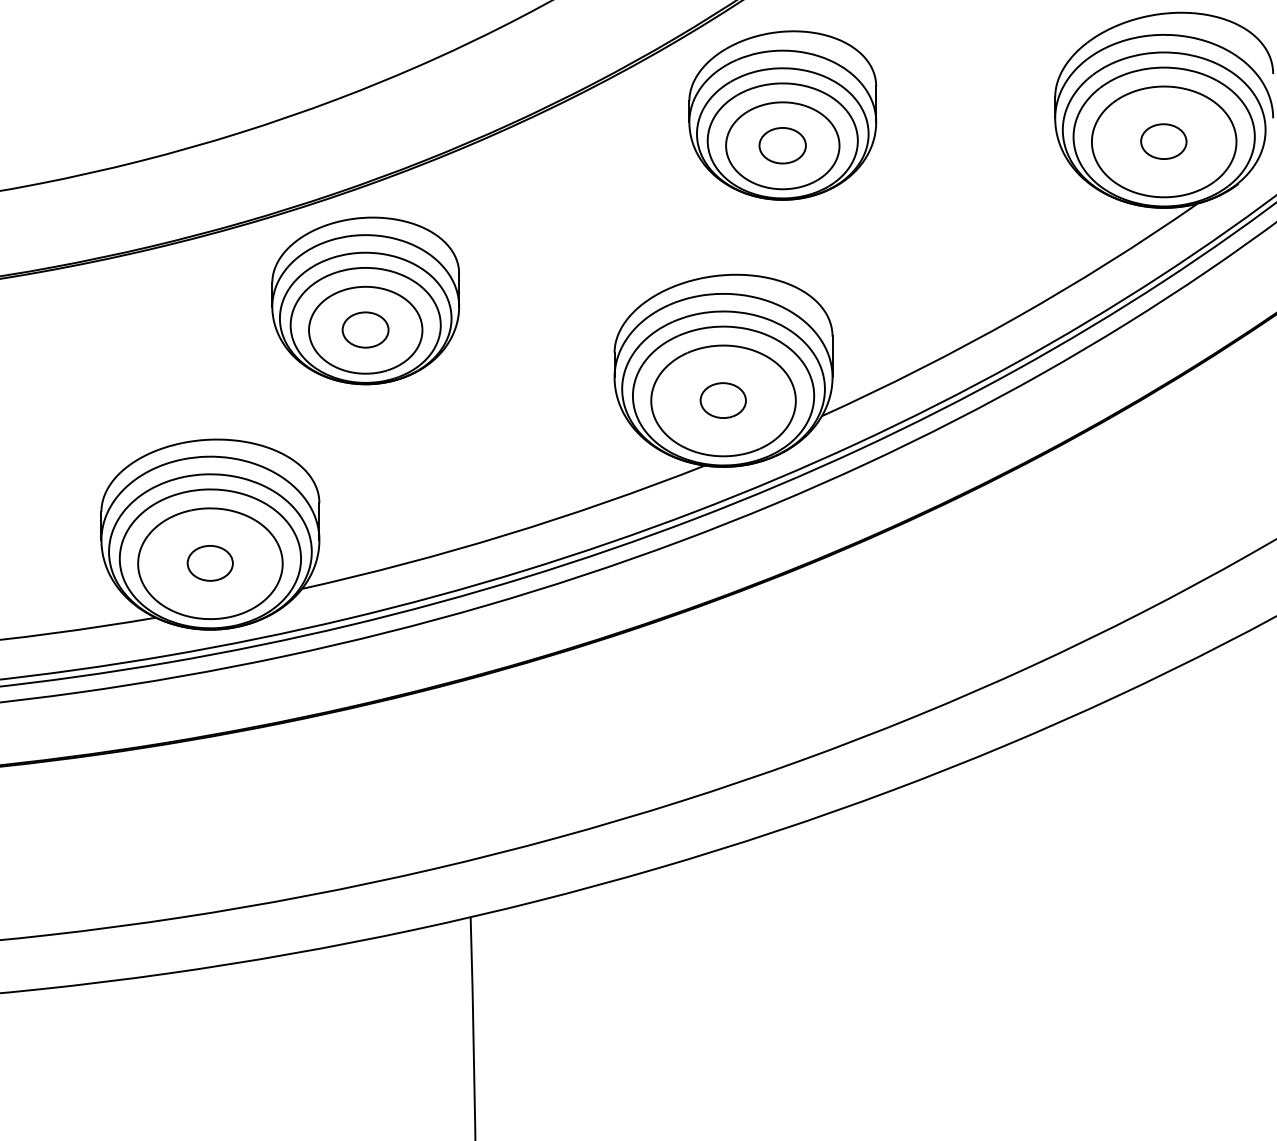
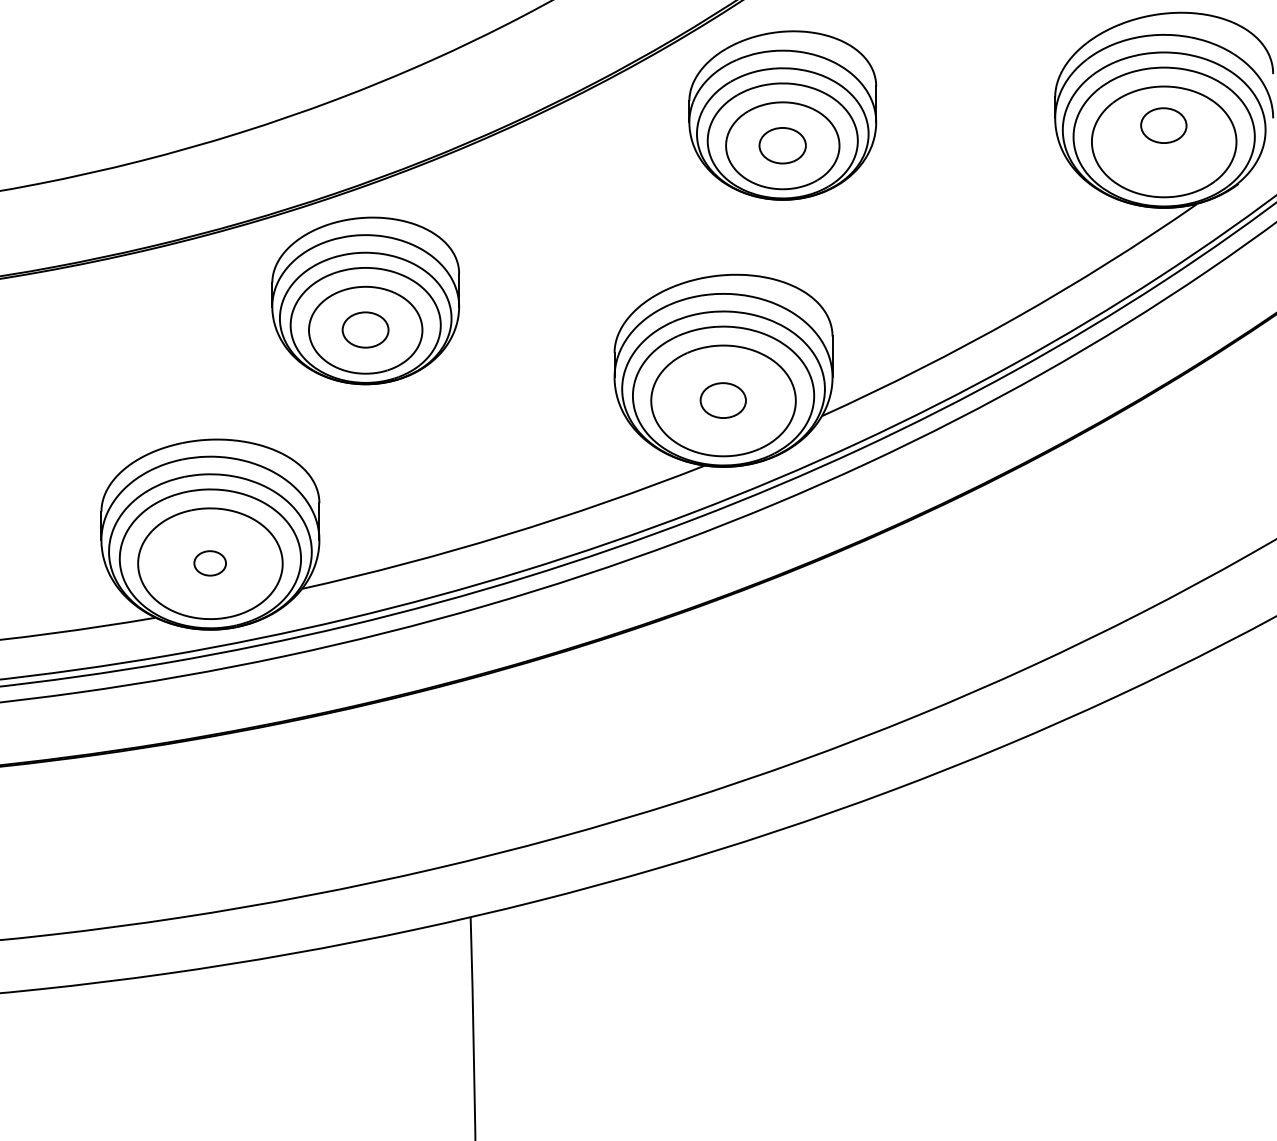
part at (1163, 141) position: (1163, 141) -> (1163, 125)
part at (209, 563) size: 48x37 px -> 34x27 px
